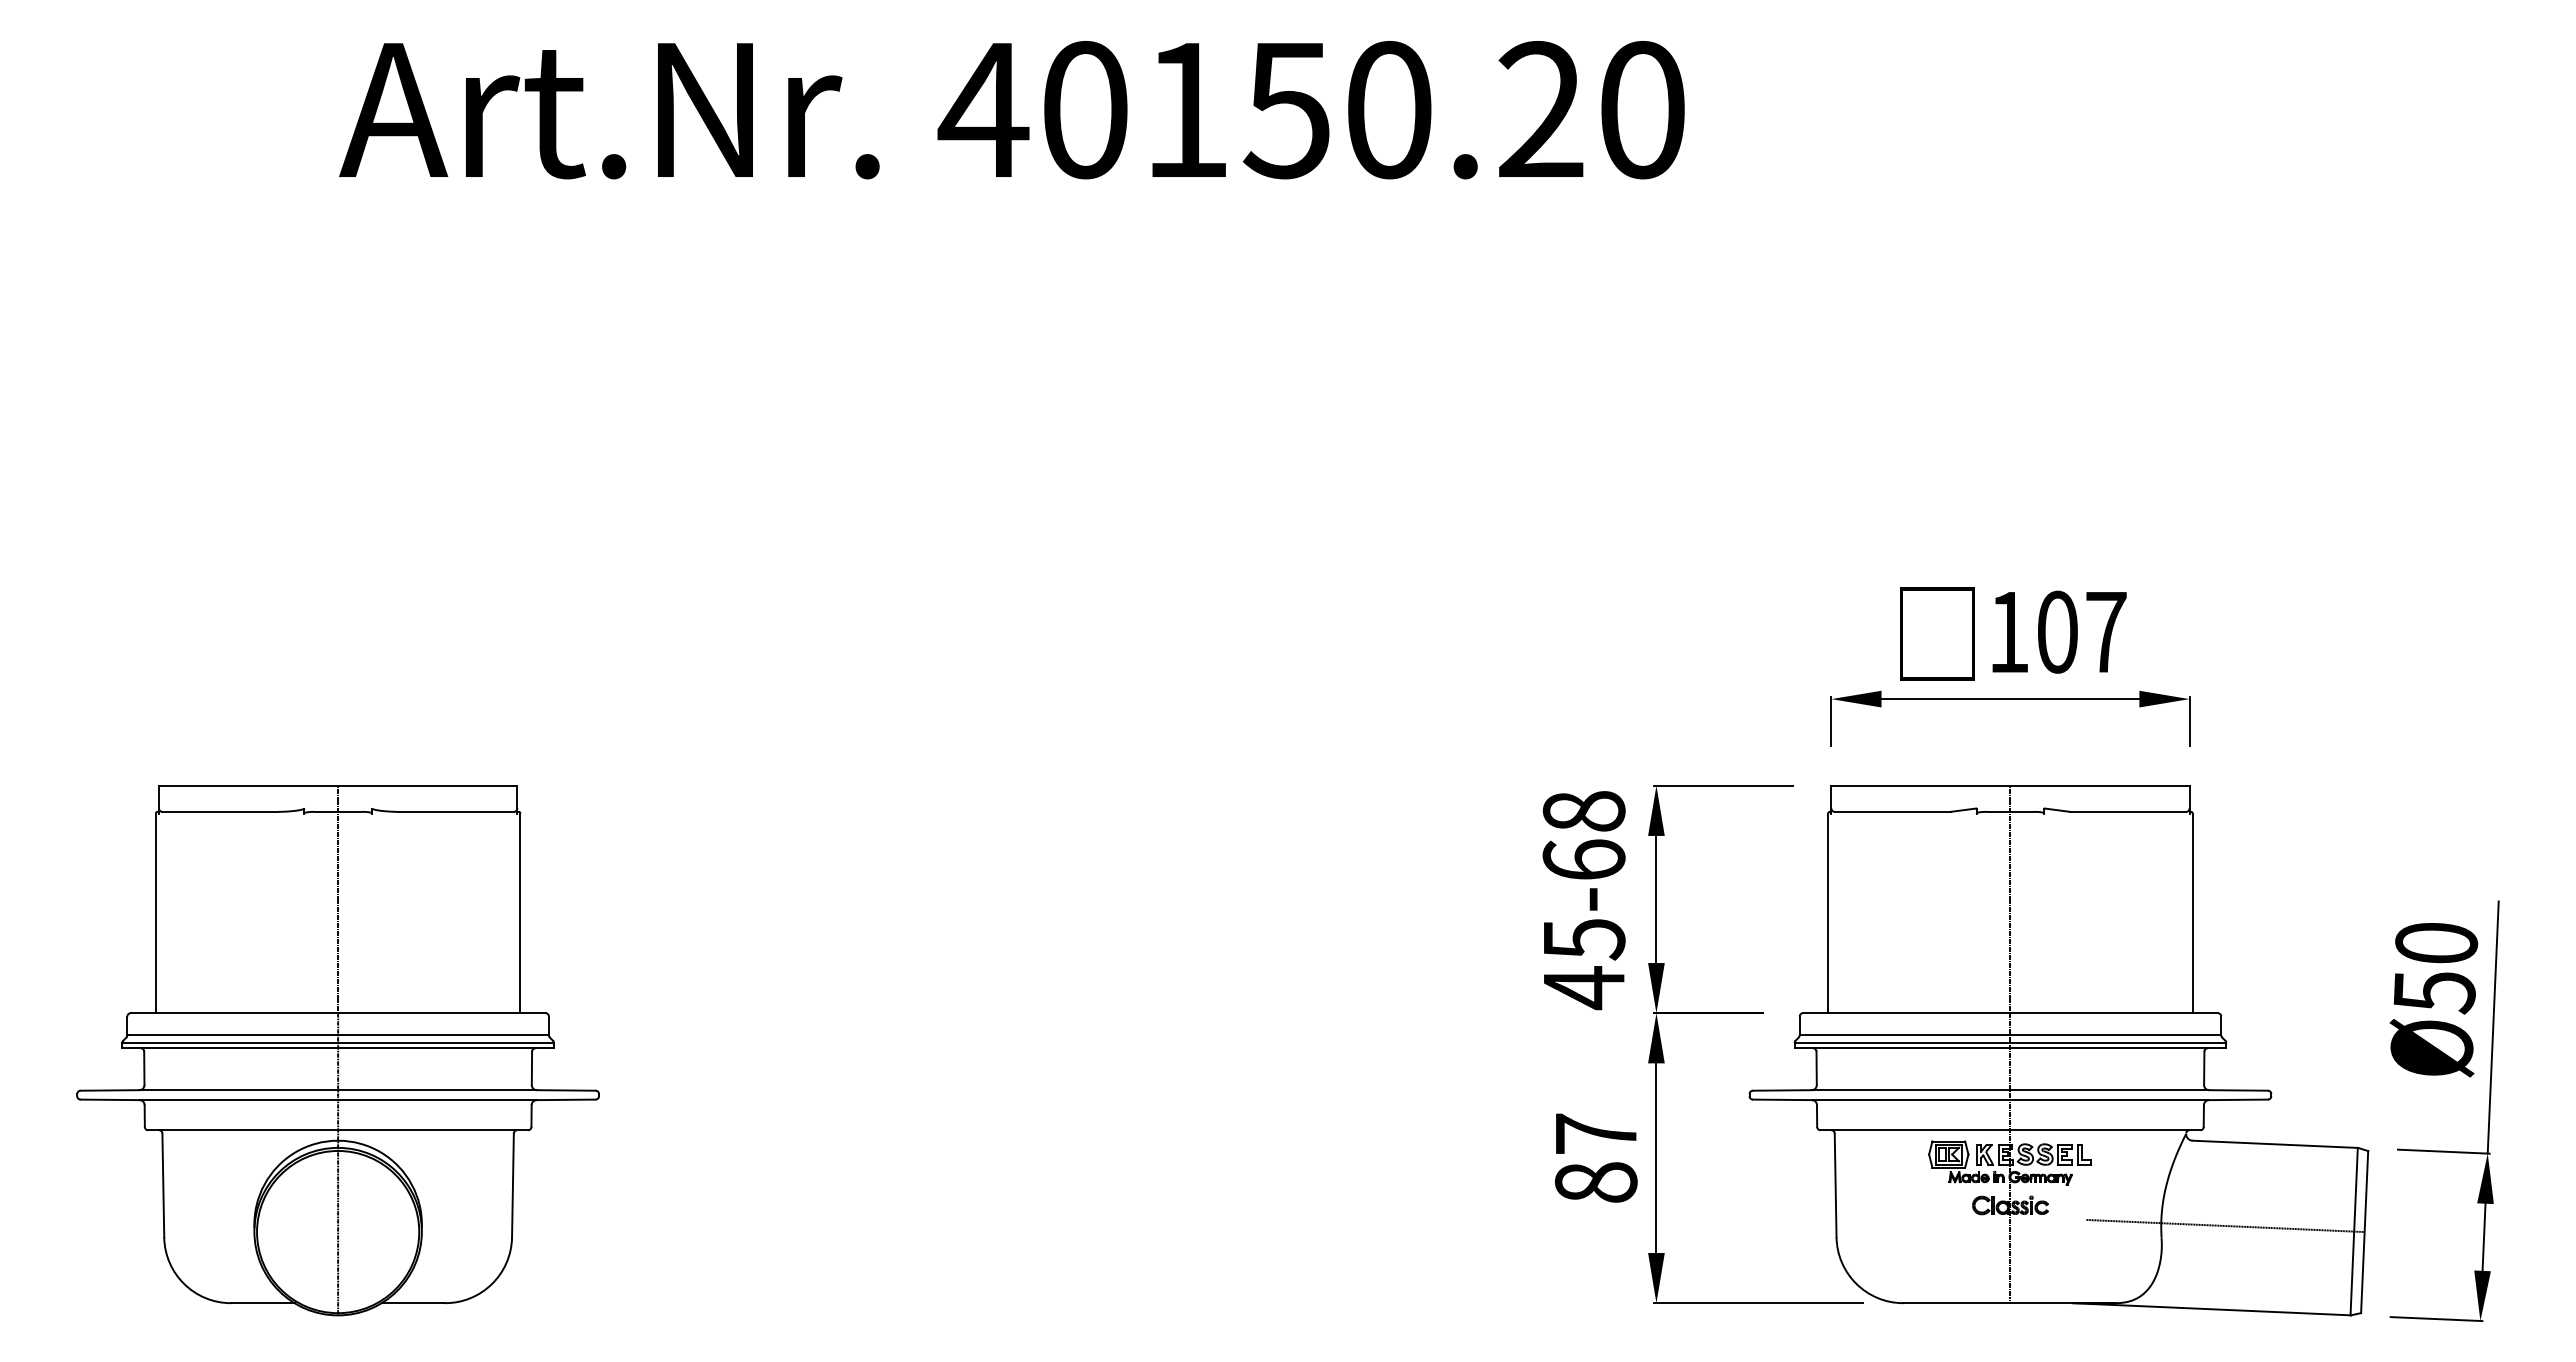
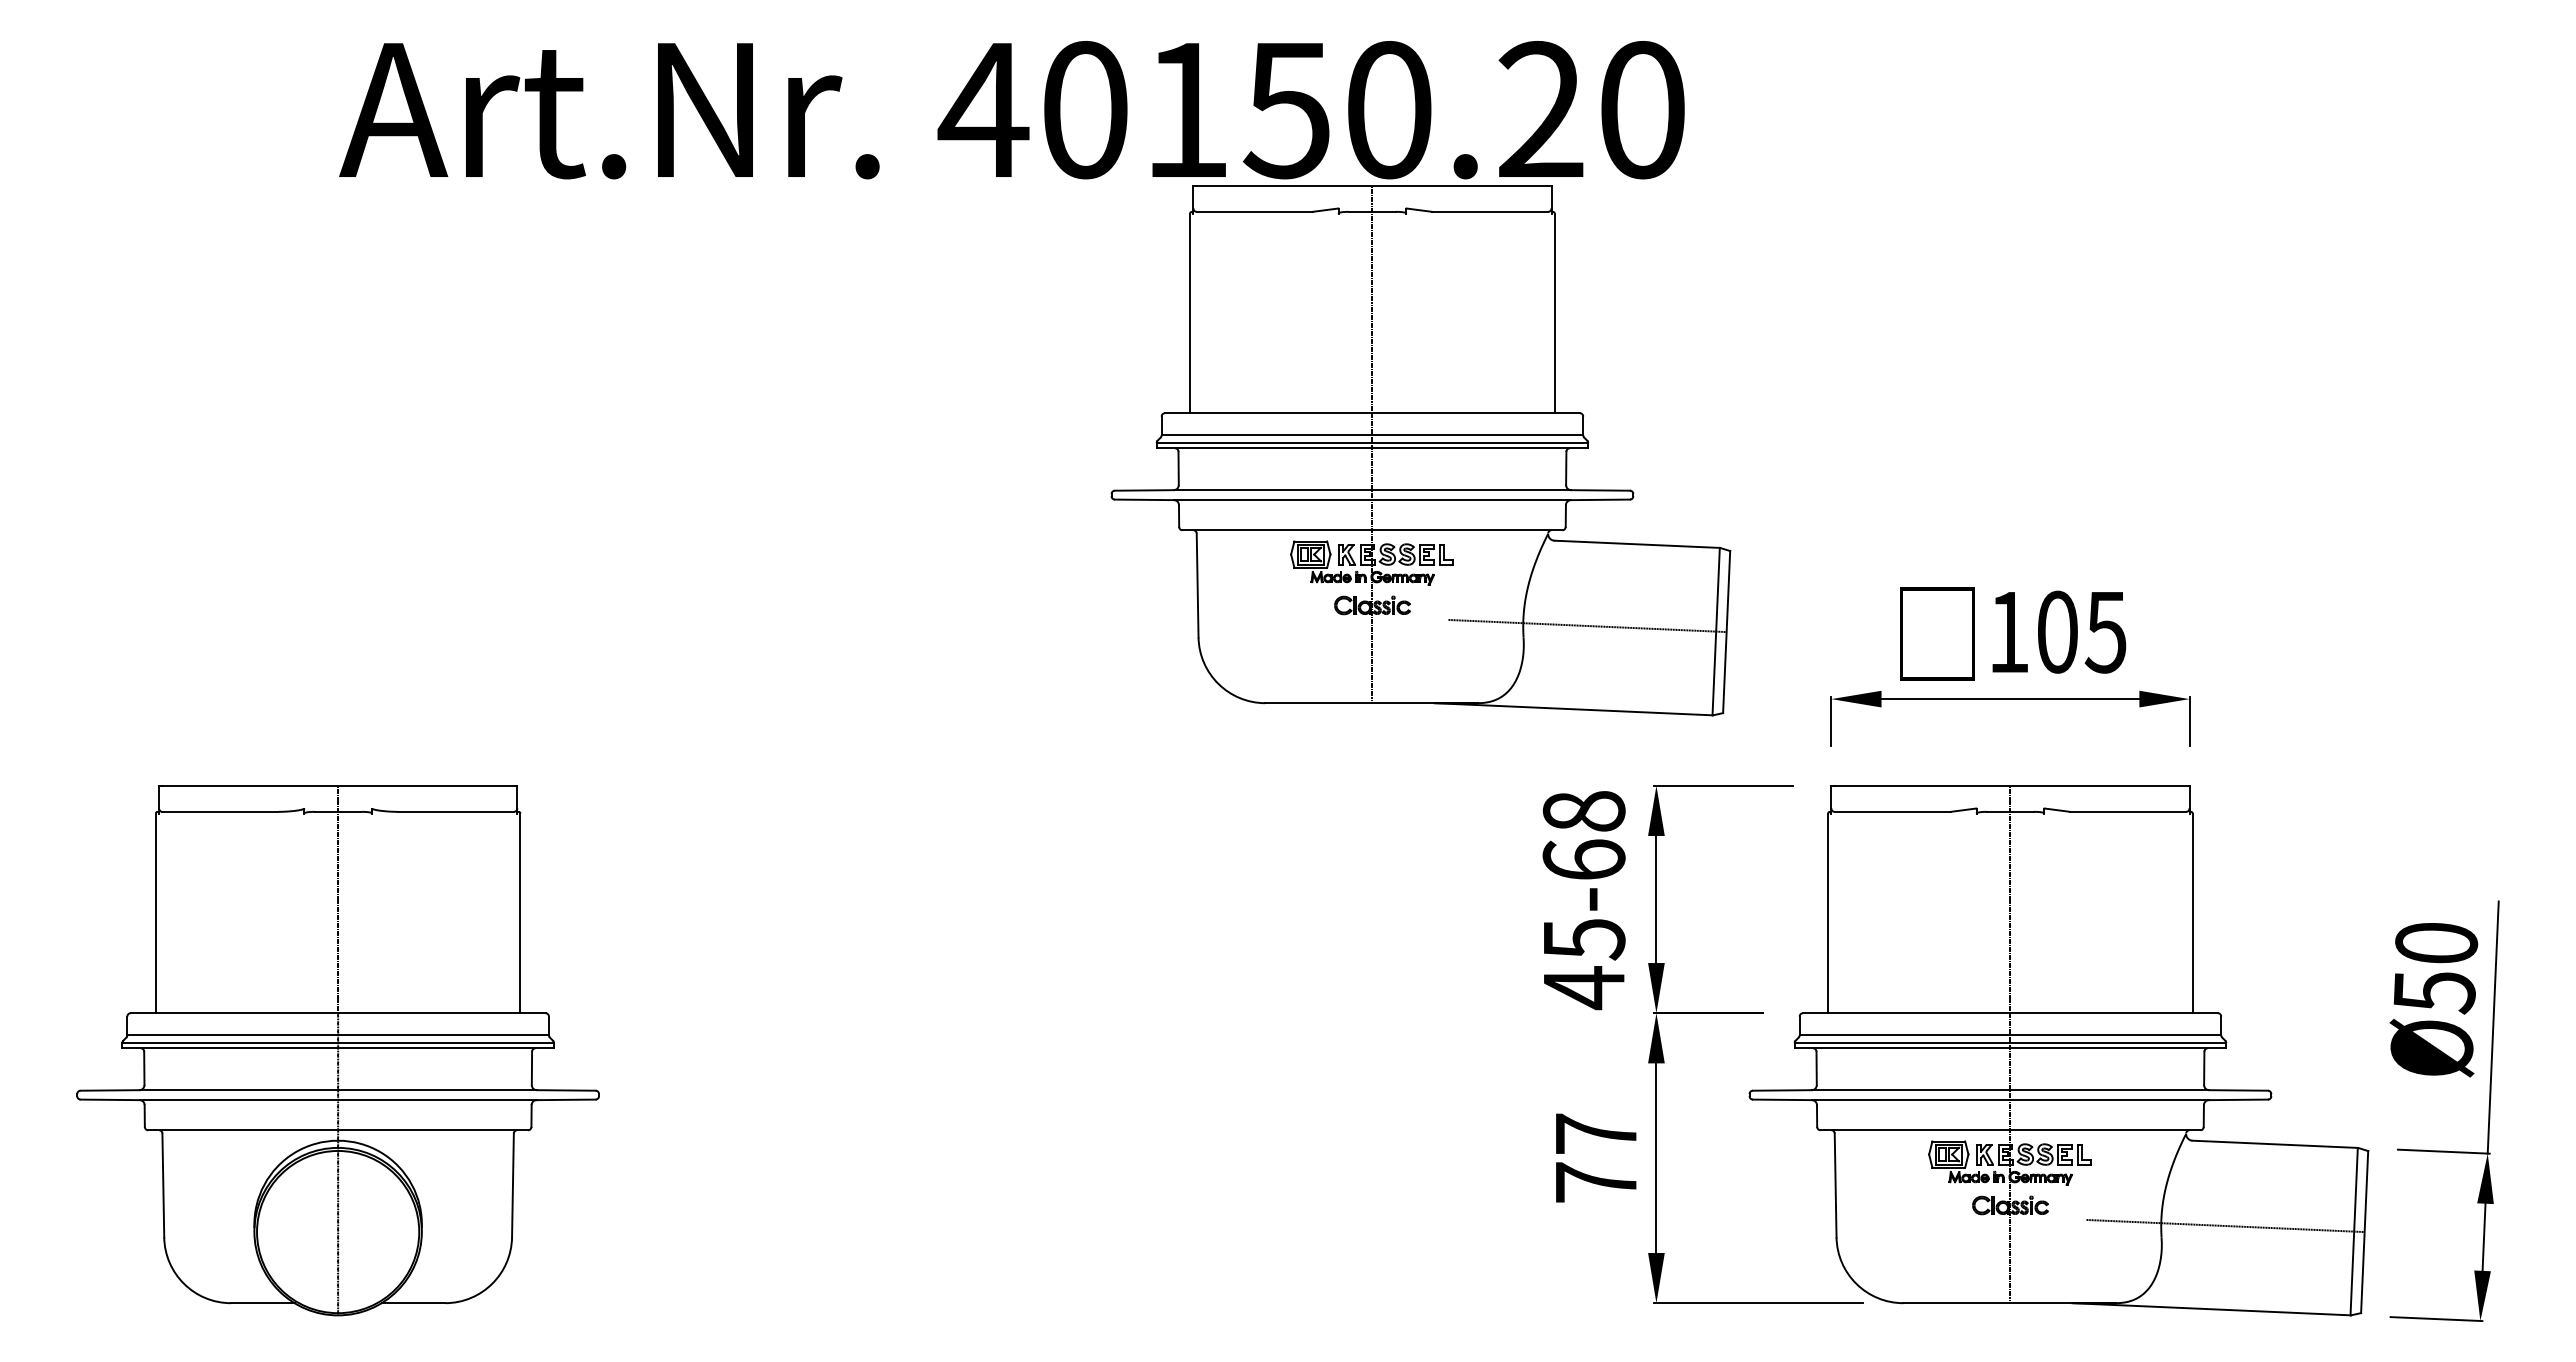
part at (1420, 450): none -> present
text at (2105, 632): 107 -> 105
text at (1596, 1182): 87 -> 77
